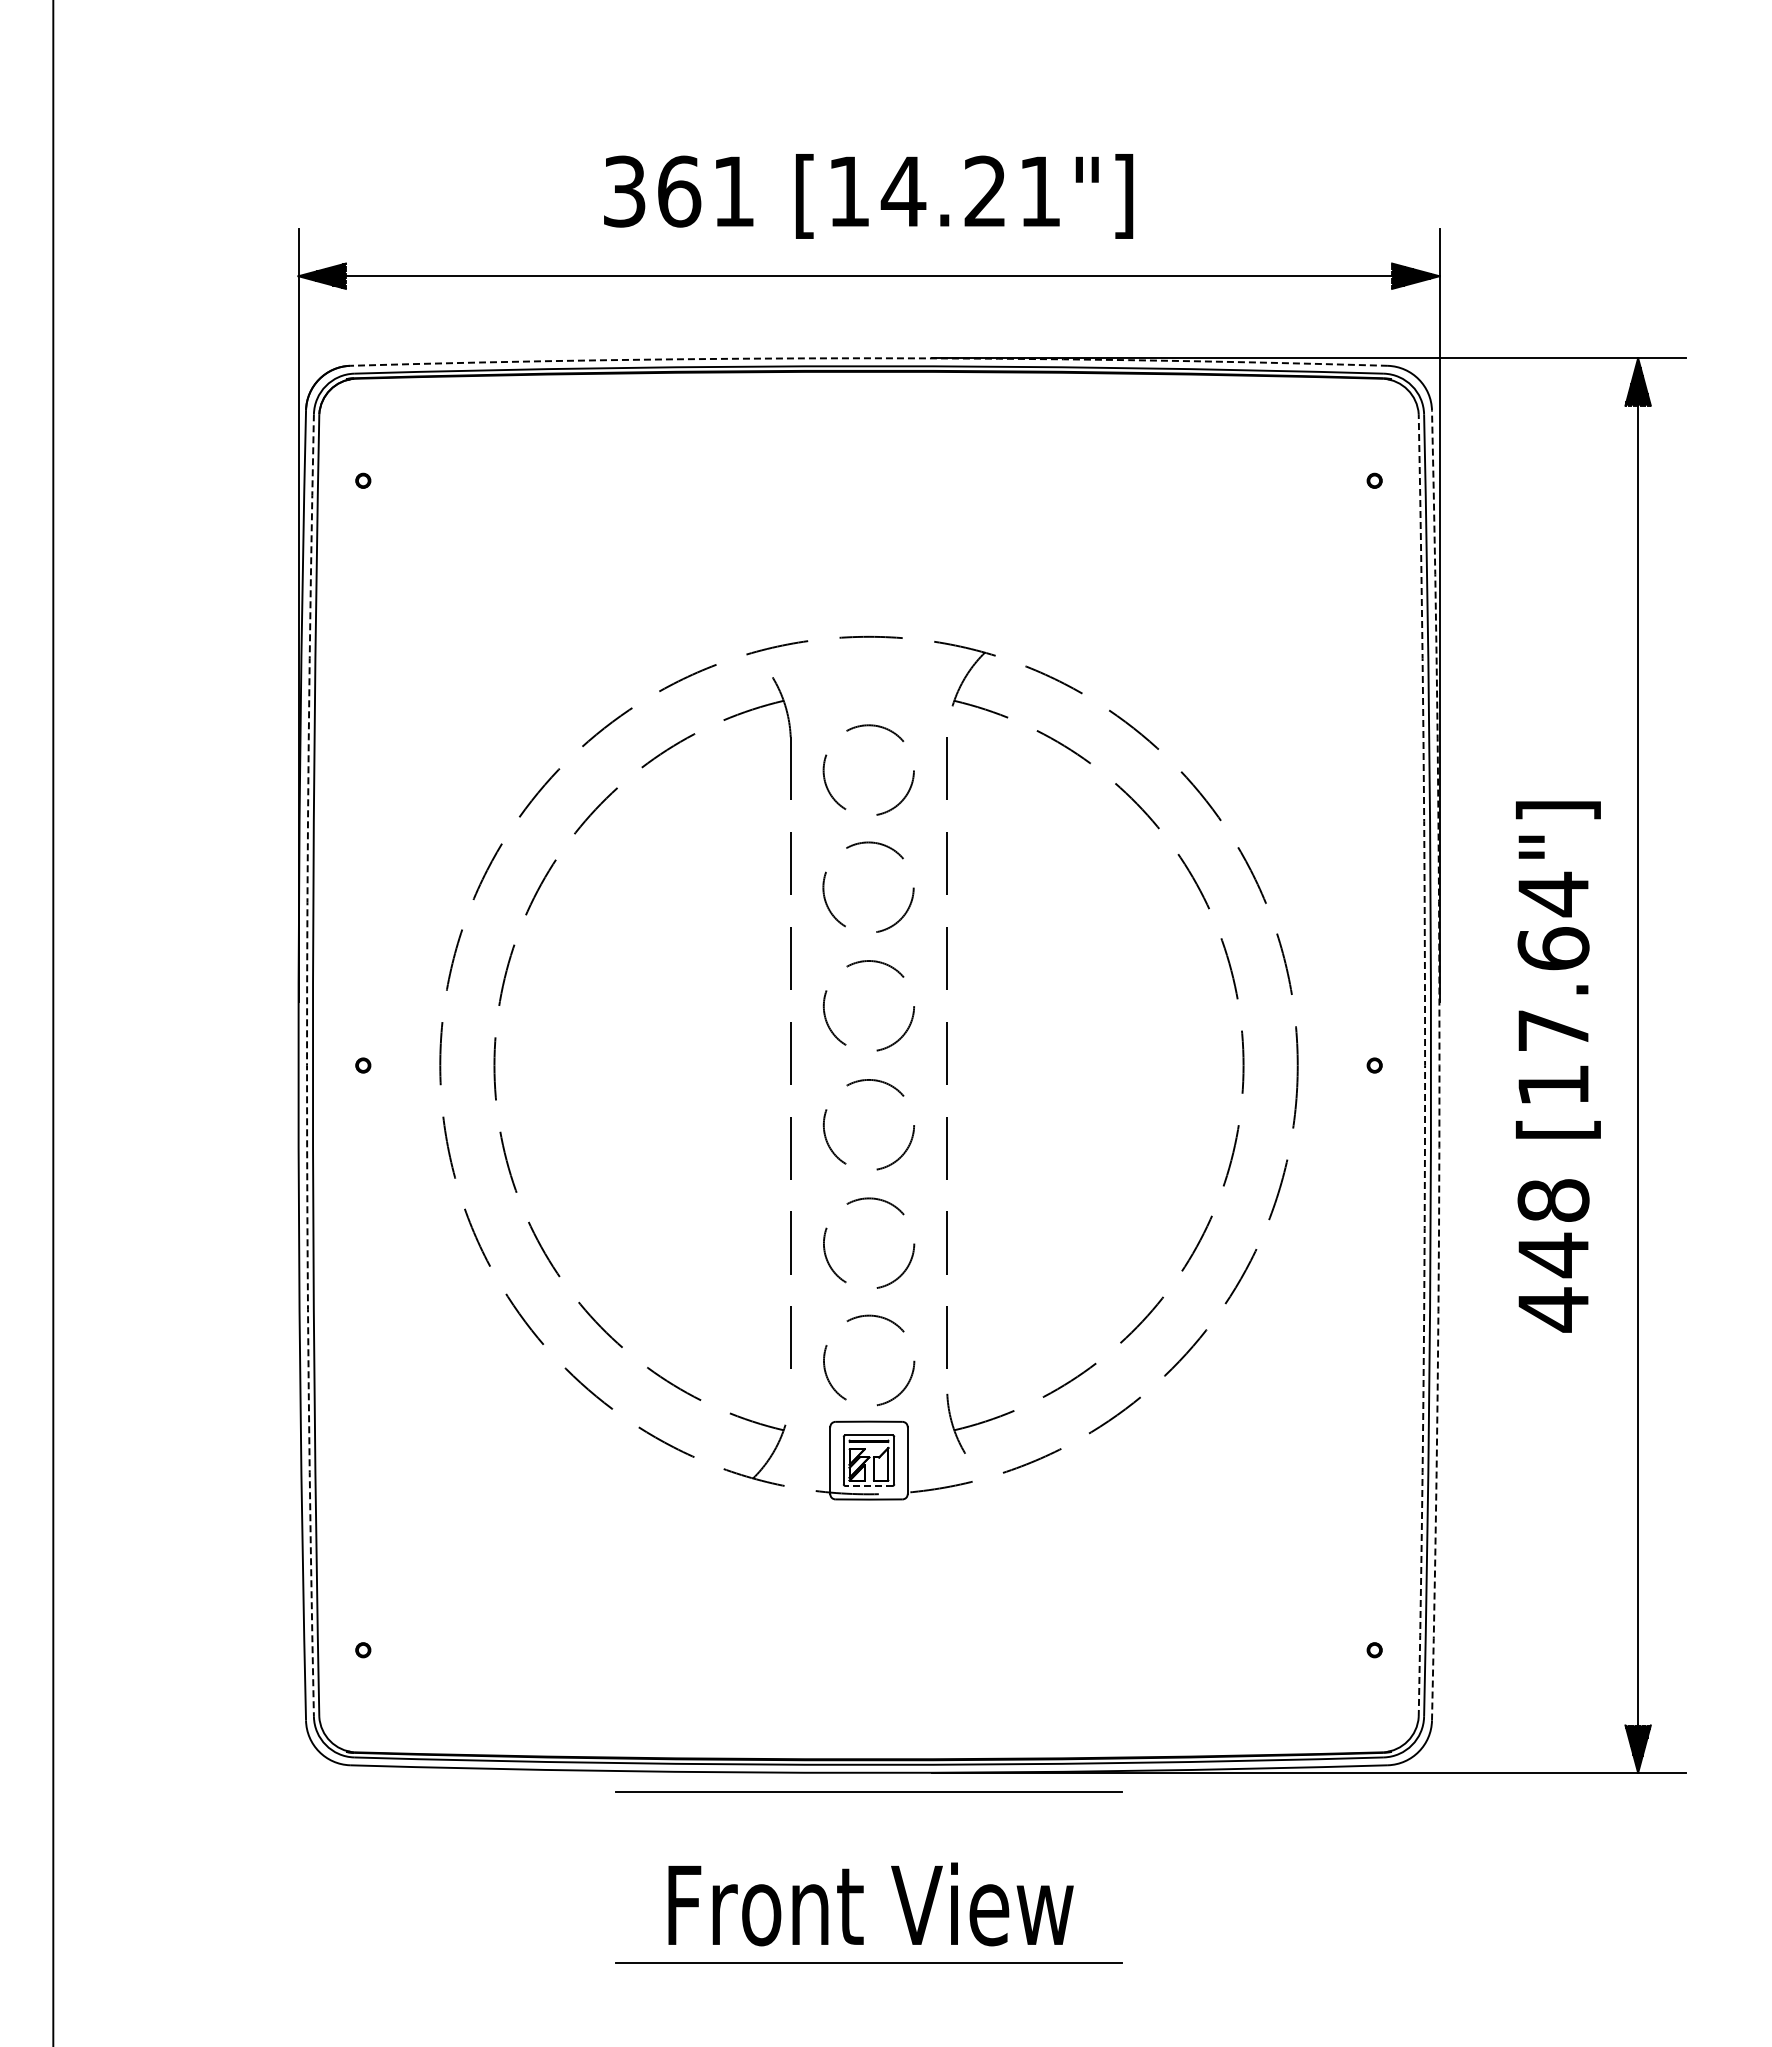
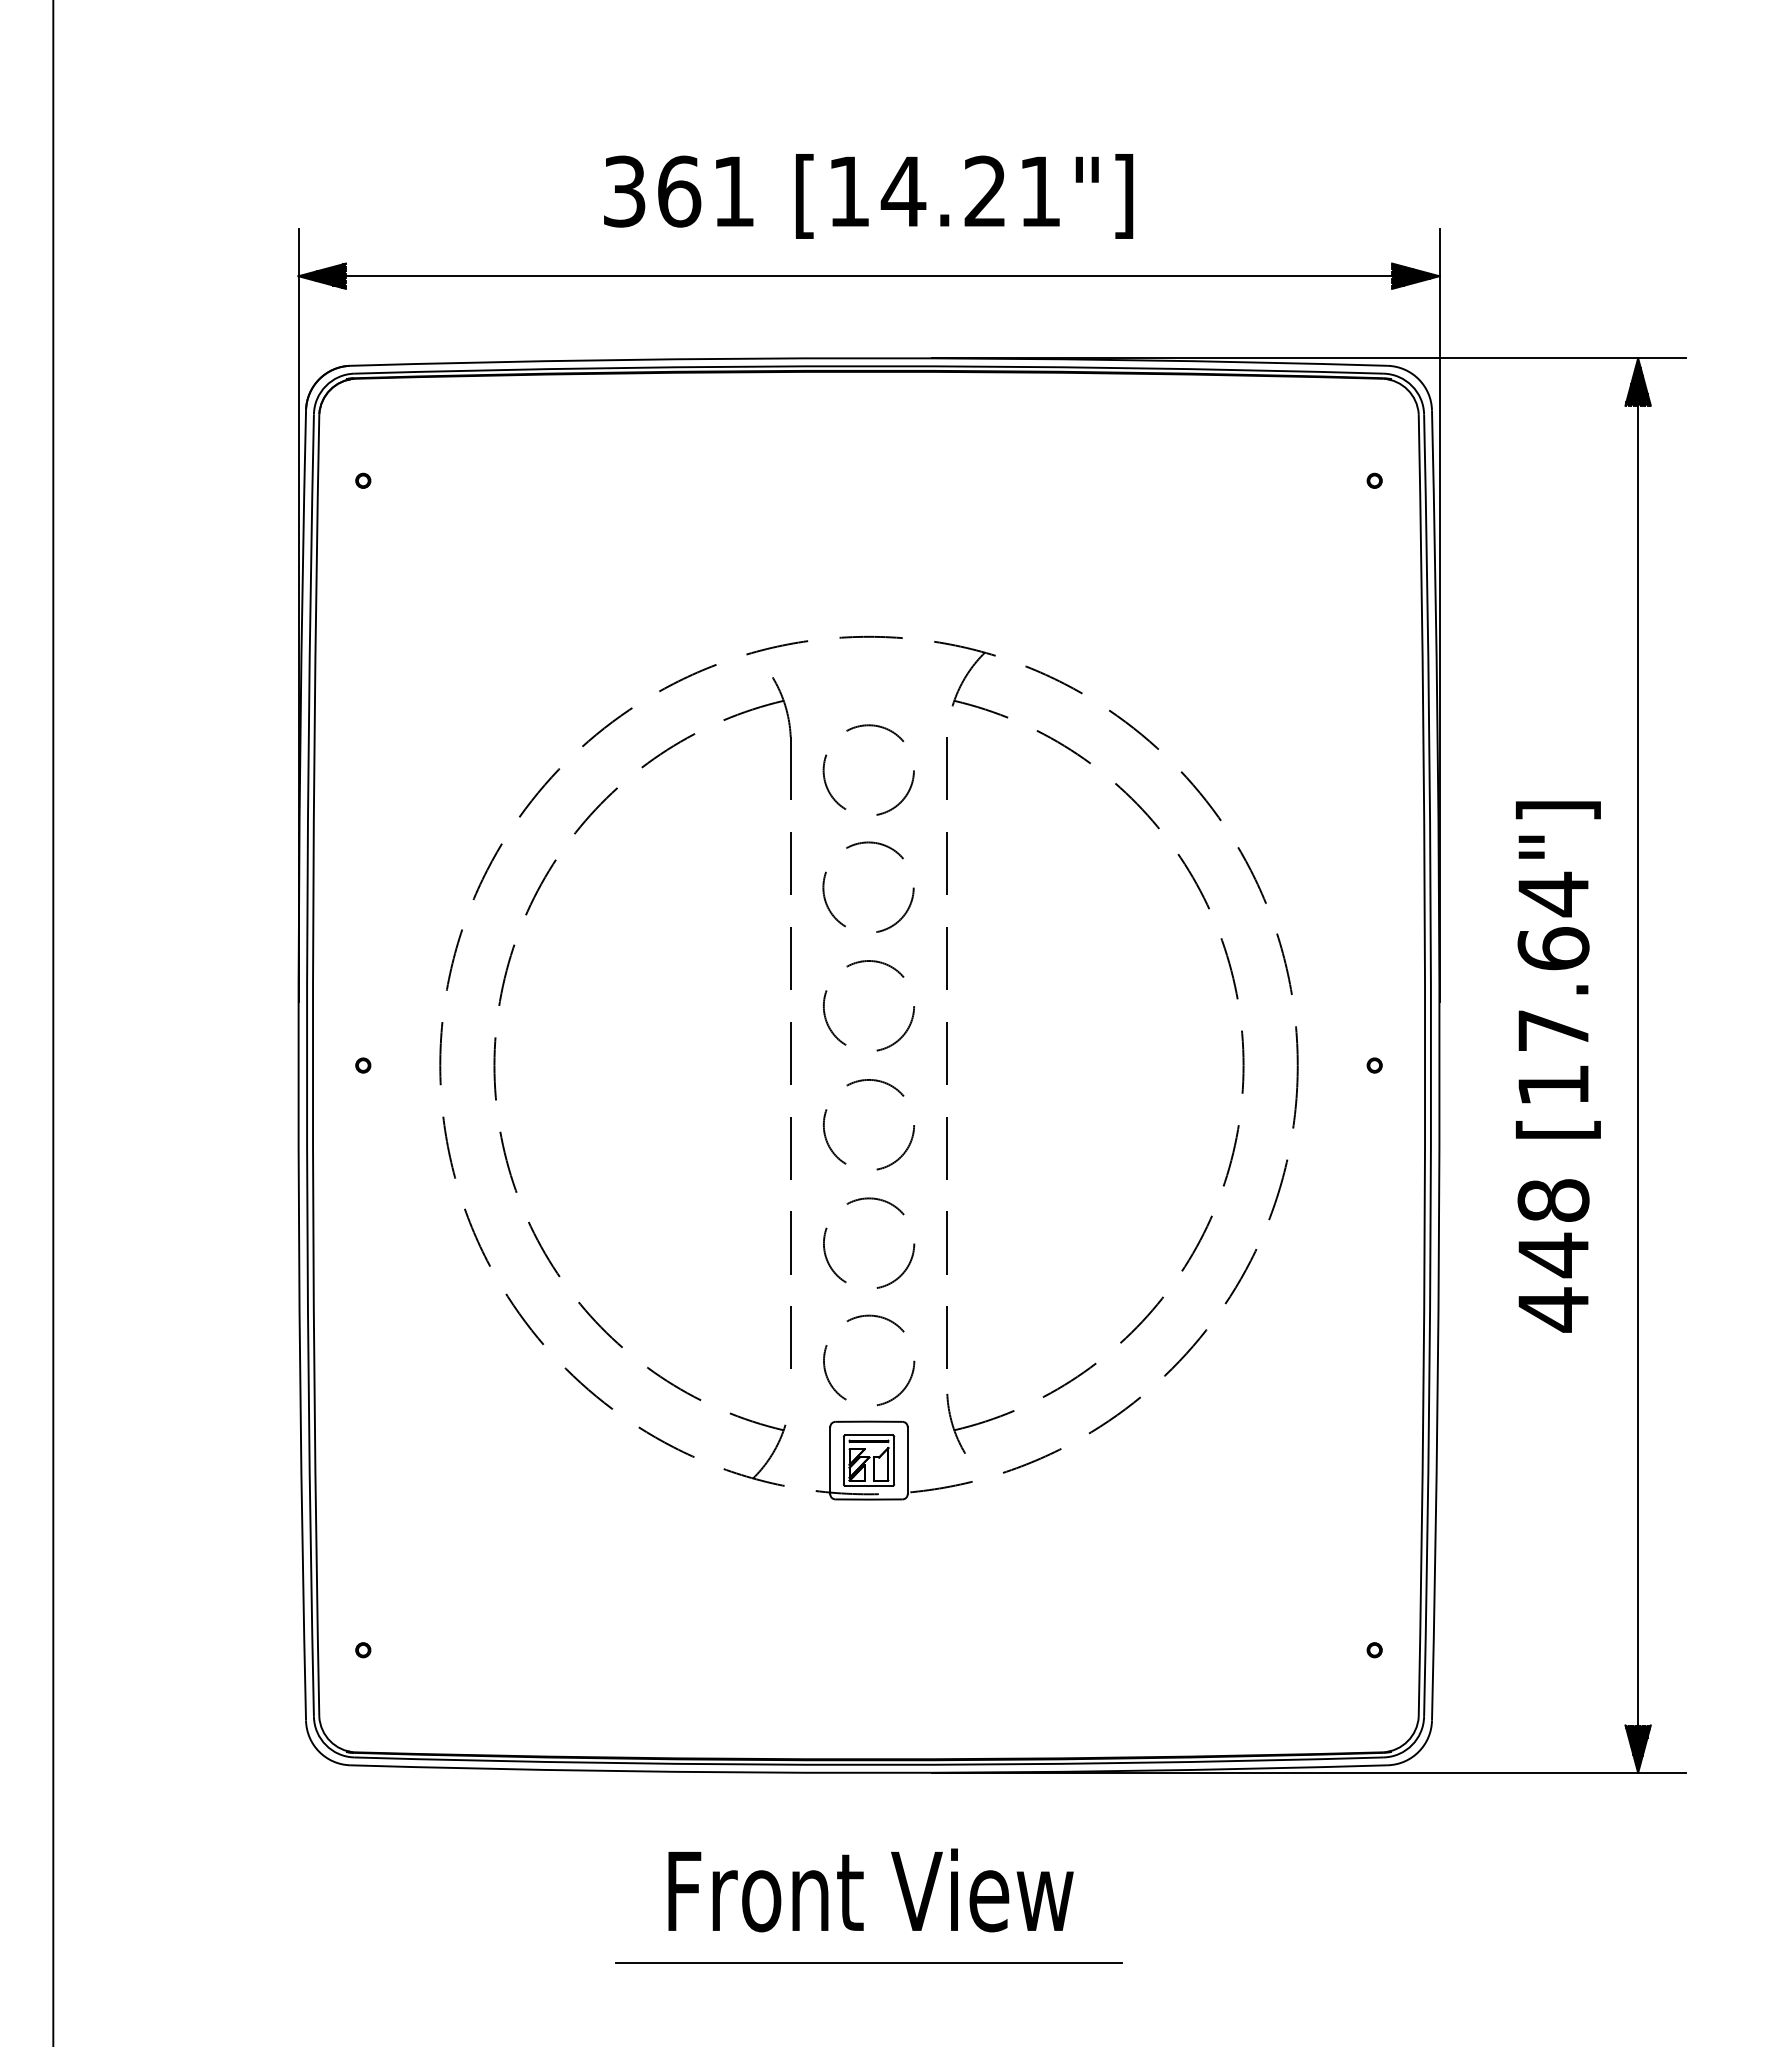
arc at (869, 358): dashed -> solid
arc at (307, 1065): dashed -> solid
arc at (1425, 1065): dashed -> solid
arc at (1439, 1065): dashed -> solid
line at (869, 1485): dashed -> solid
line at (868, 1791): present -> none
text at (870, 1904) position: (870, 1904) -> (870, 1890)
